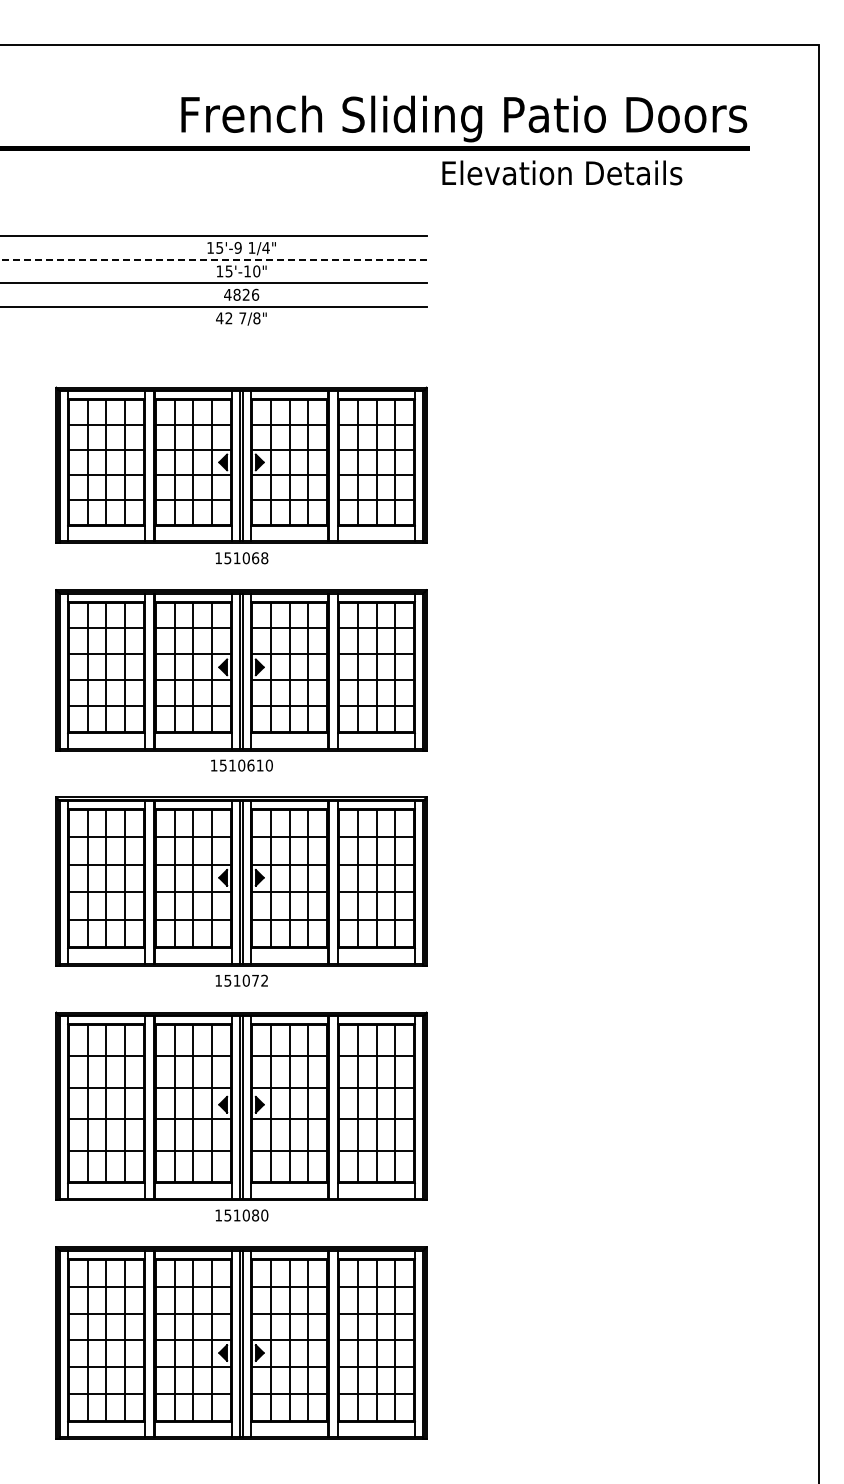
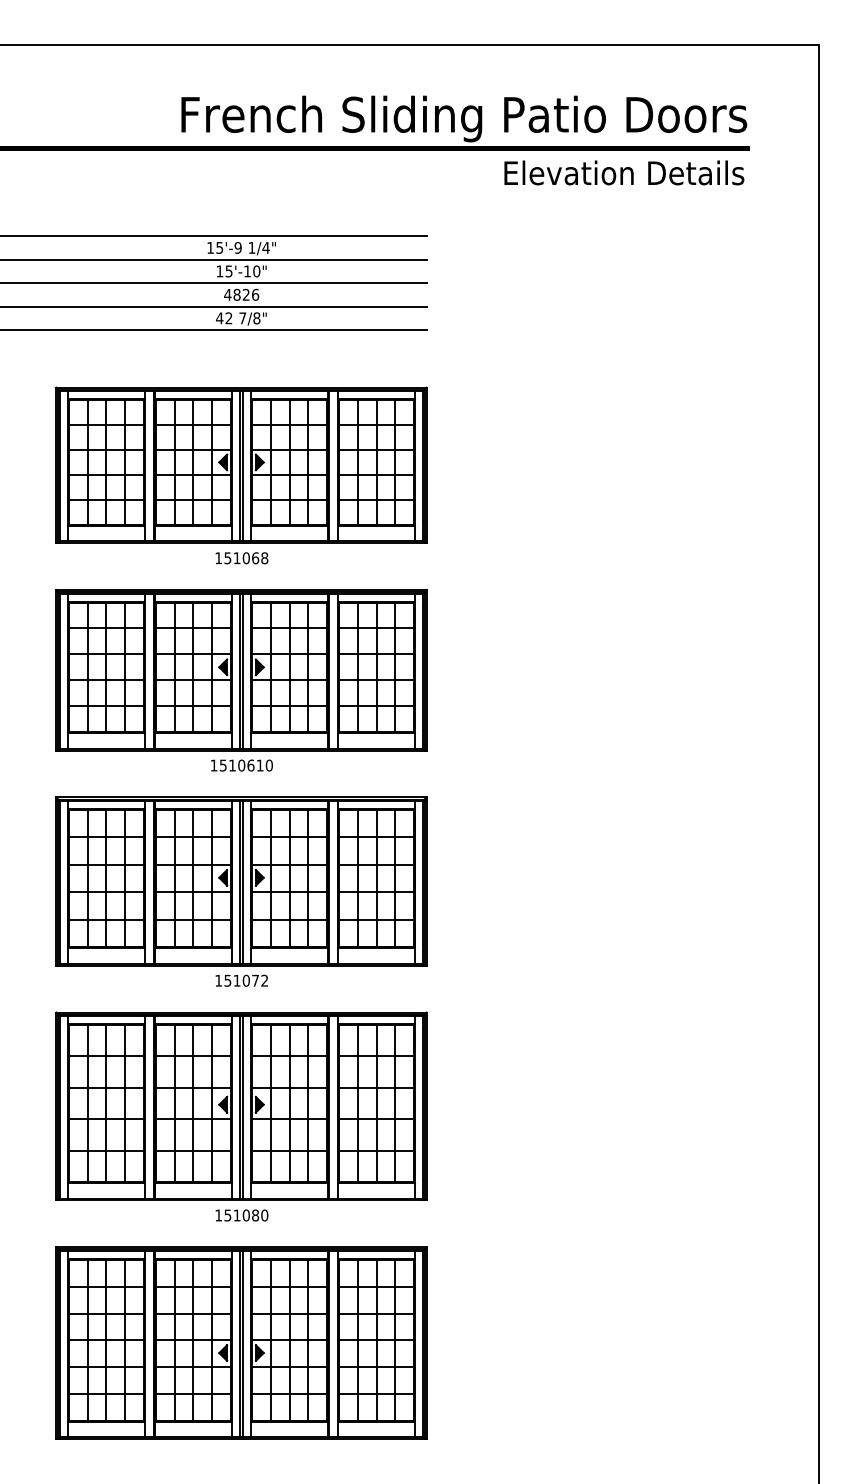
text at (562, 172) position: (562, 172) -> (624, 172)
line at (213, 259): dashed -> solid
line at (214, 330): none -> present
